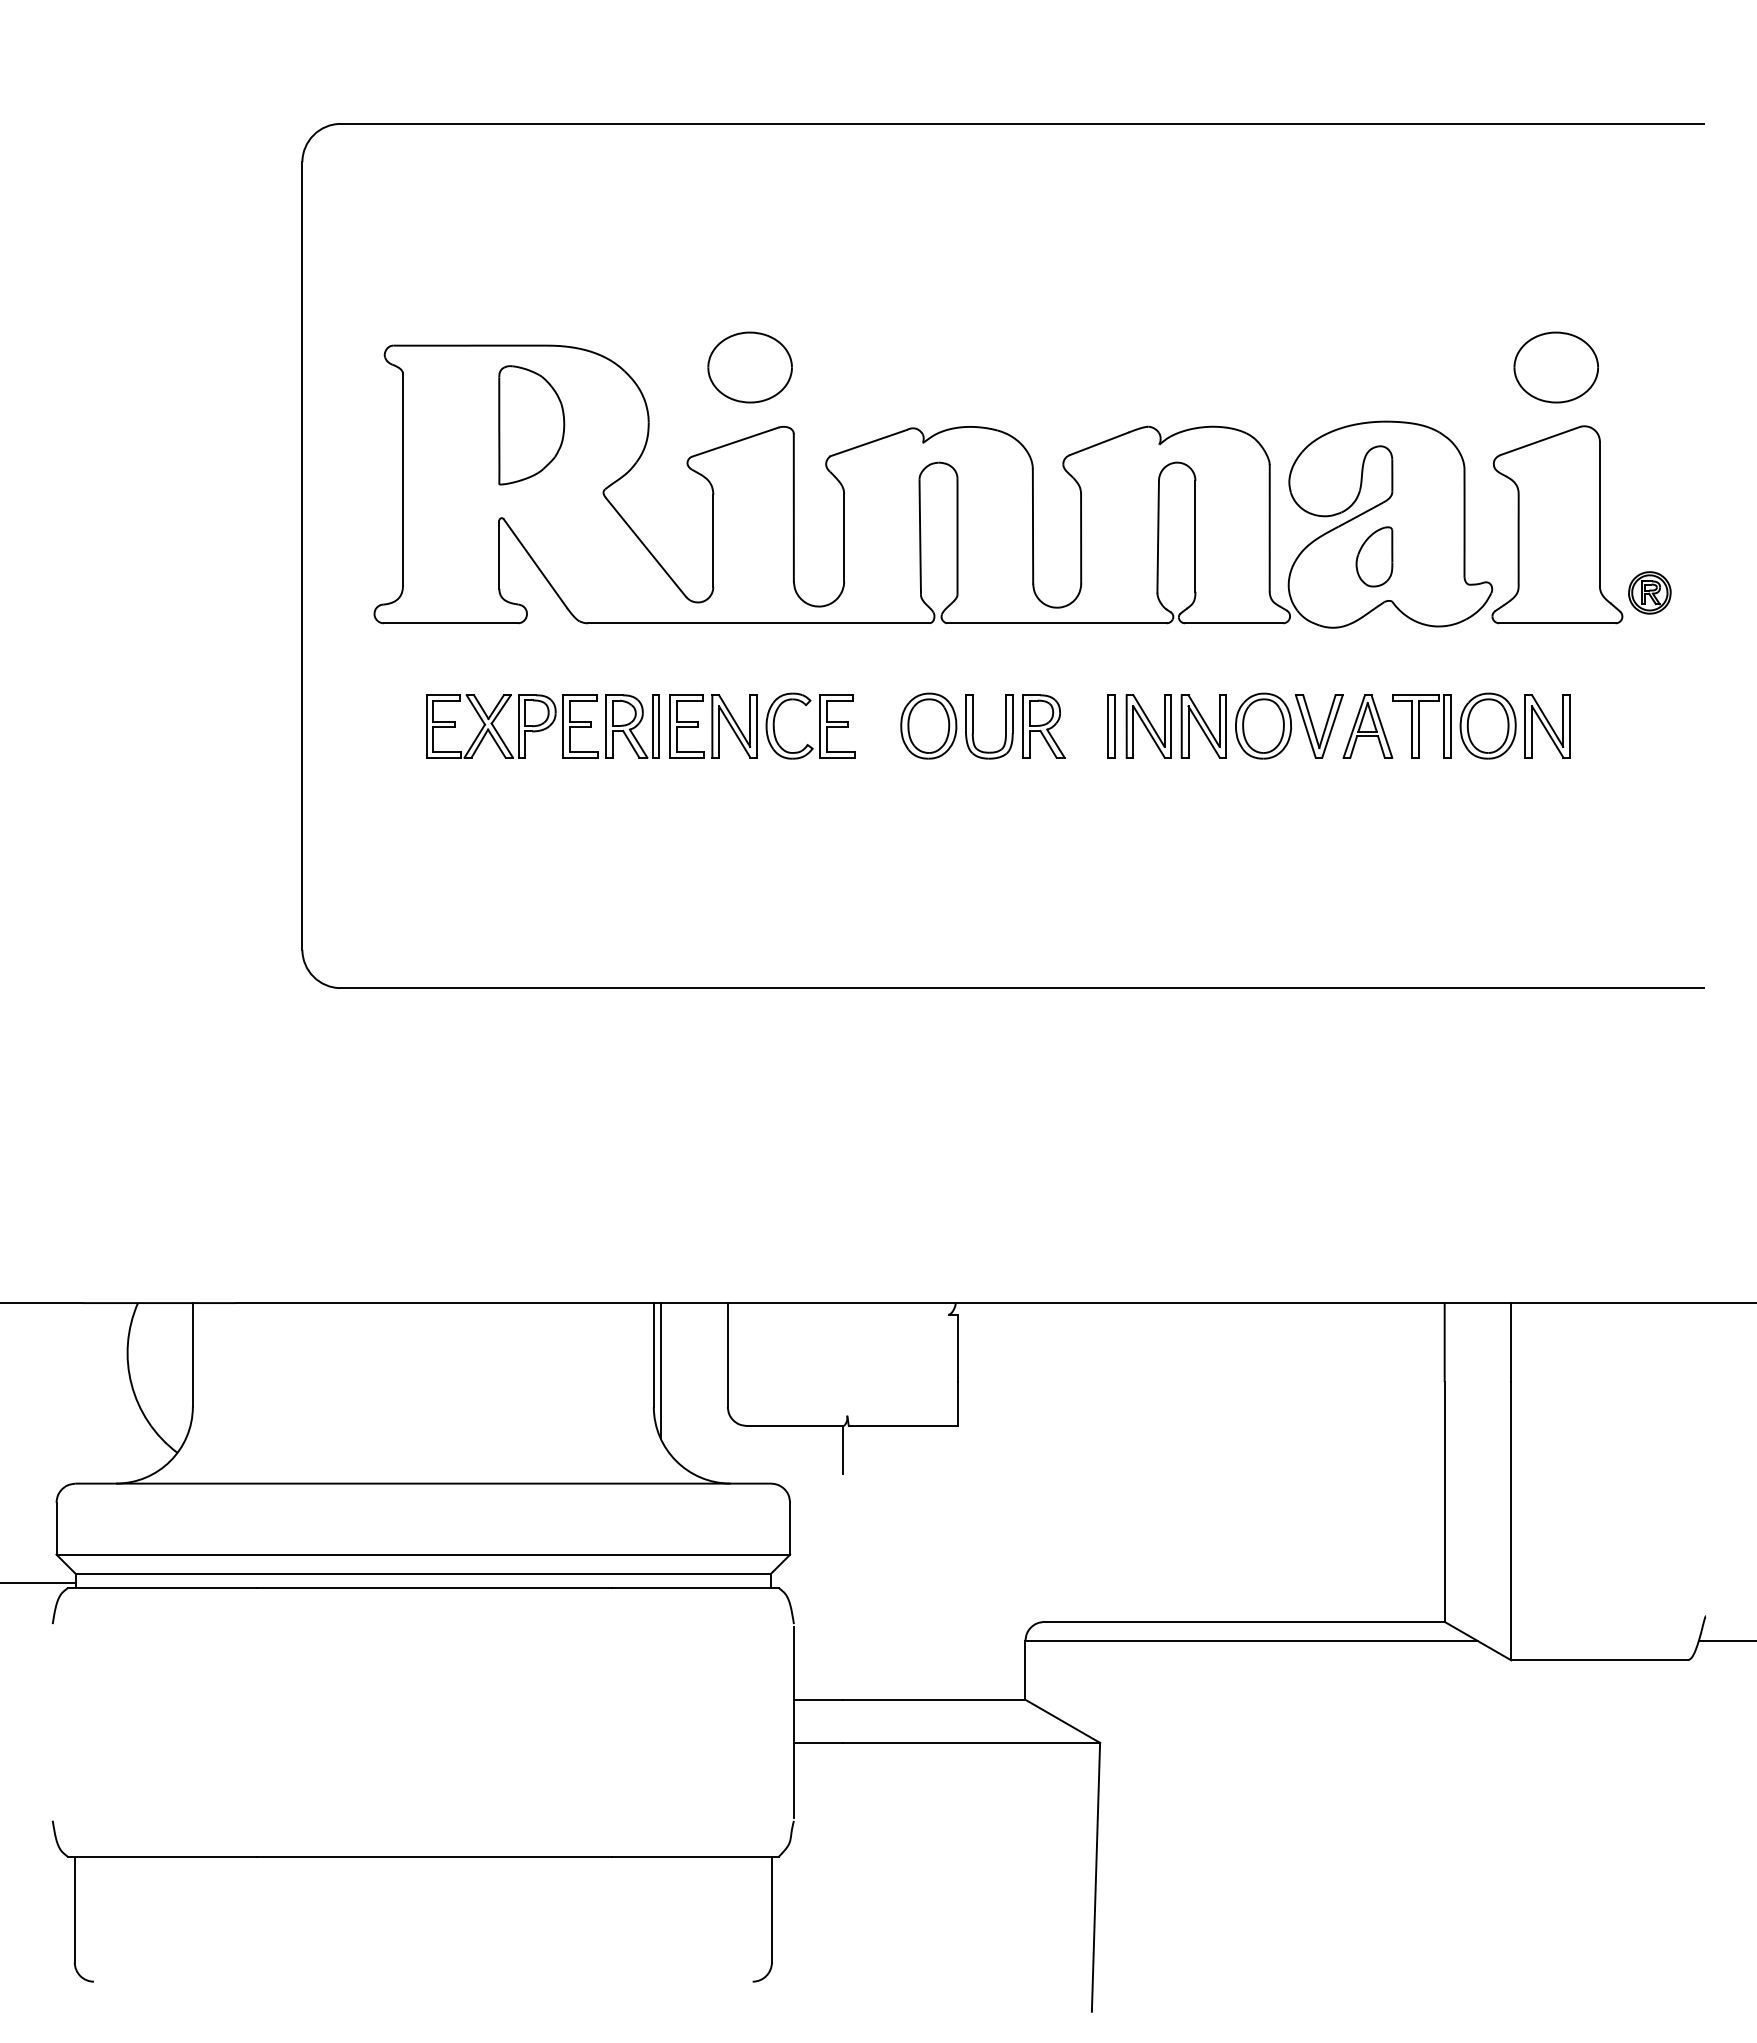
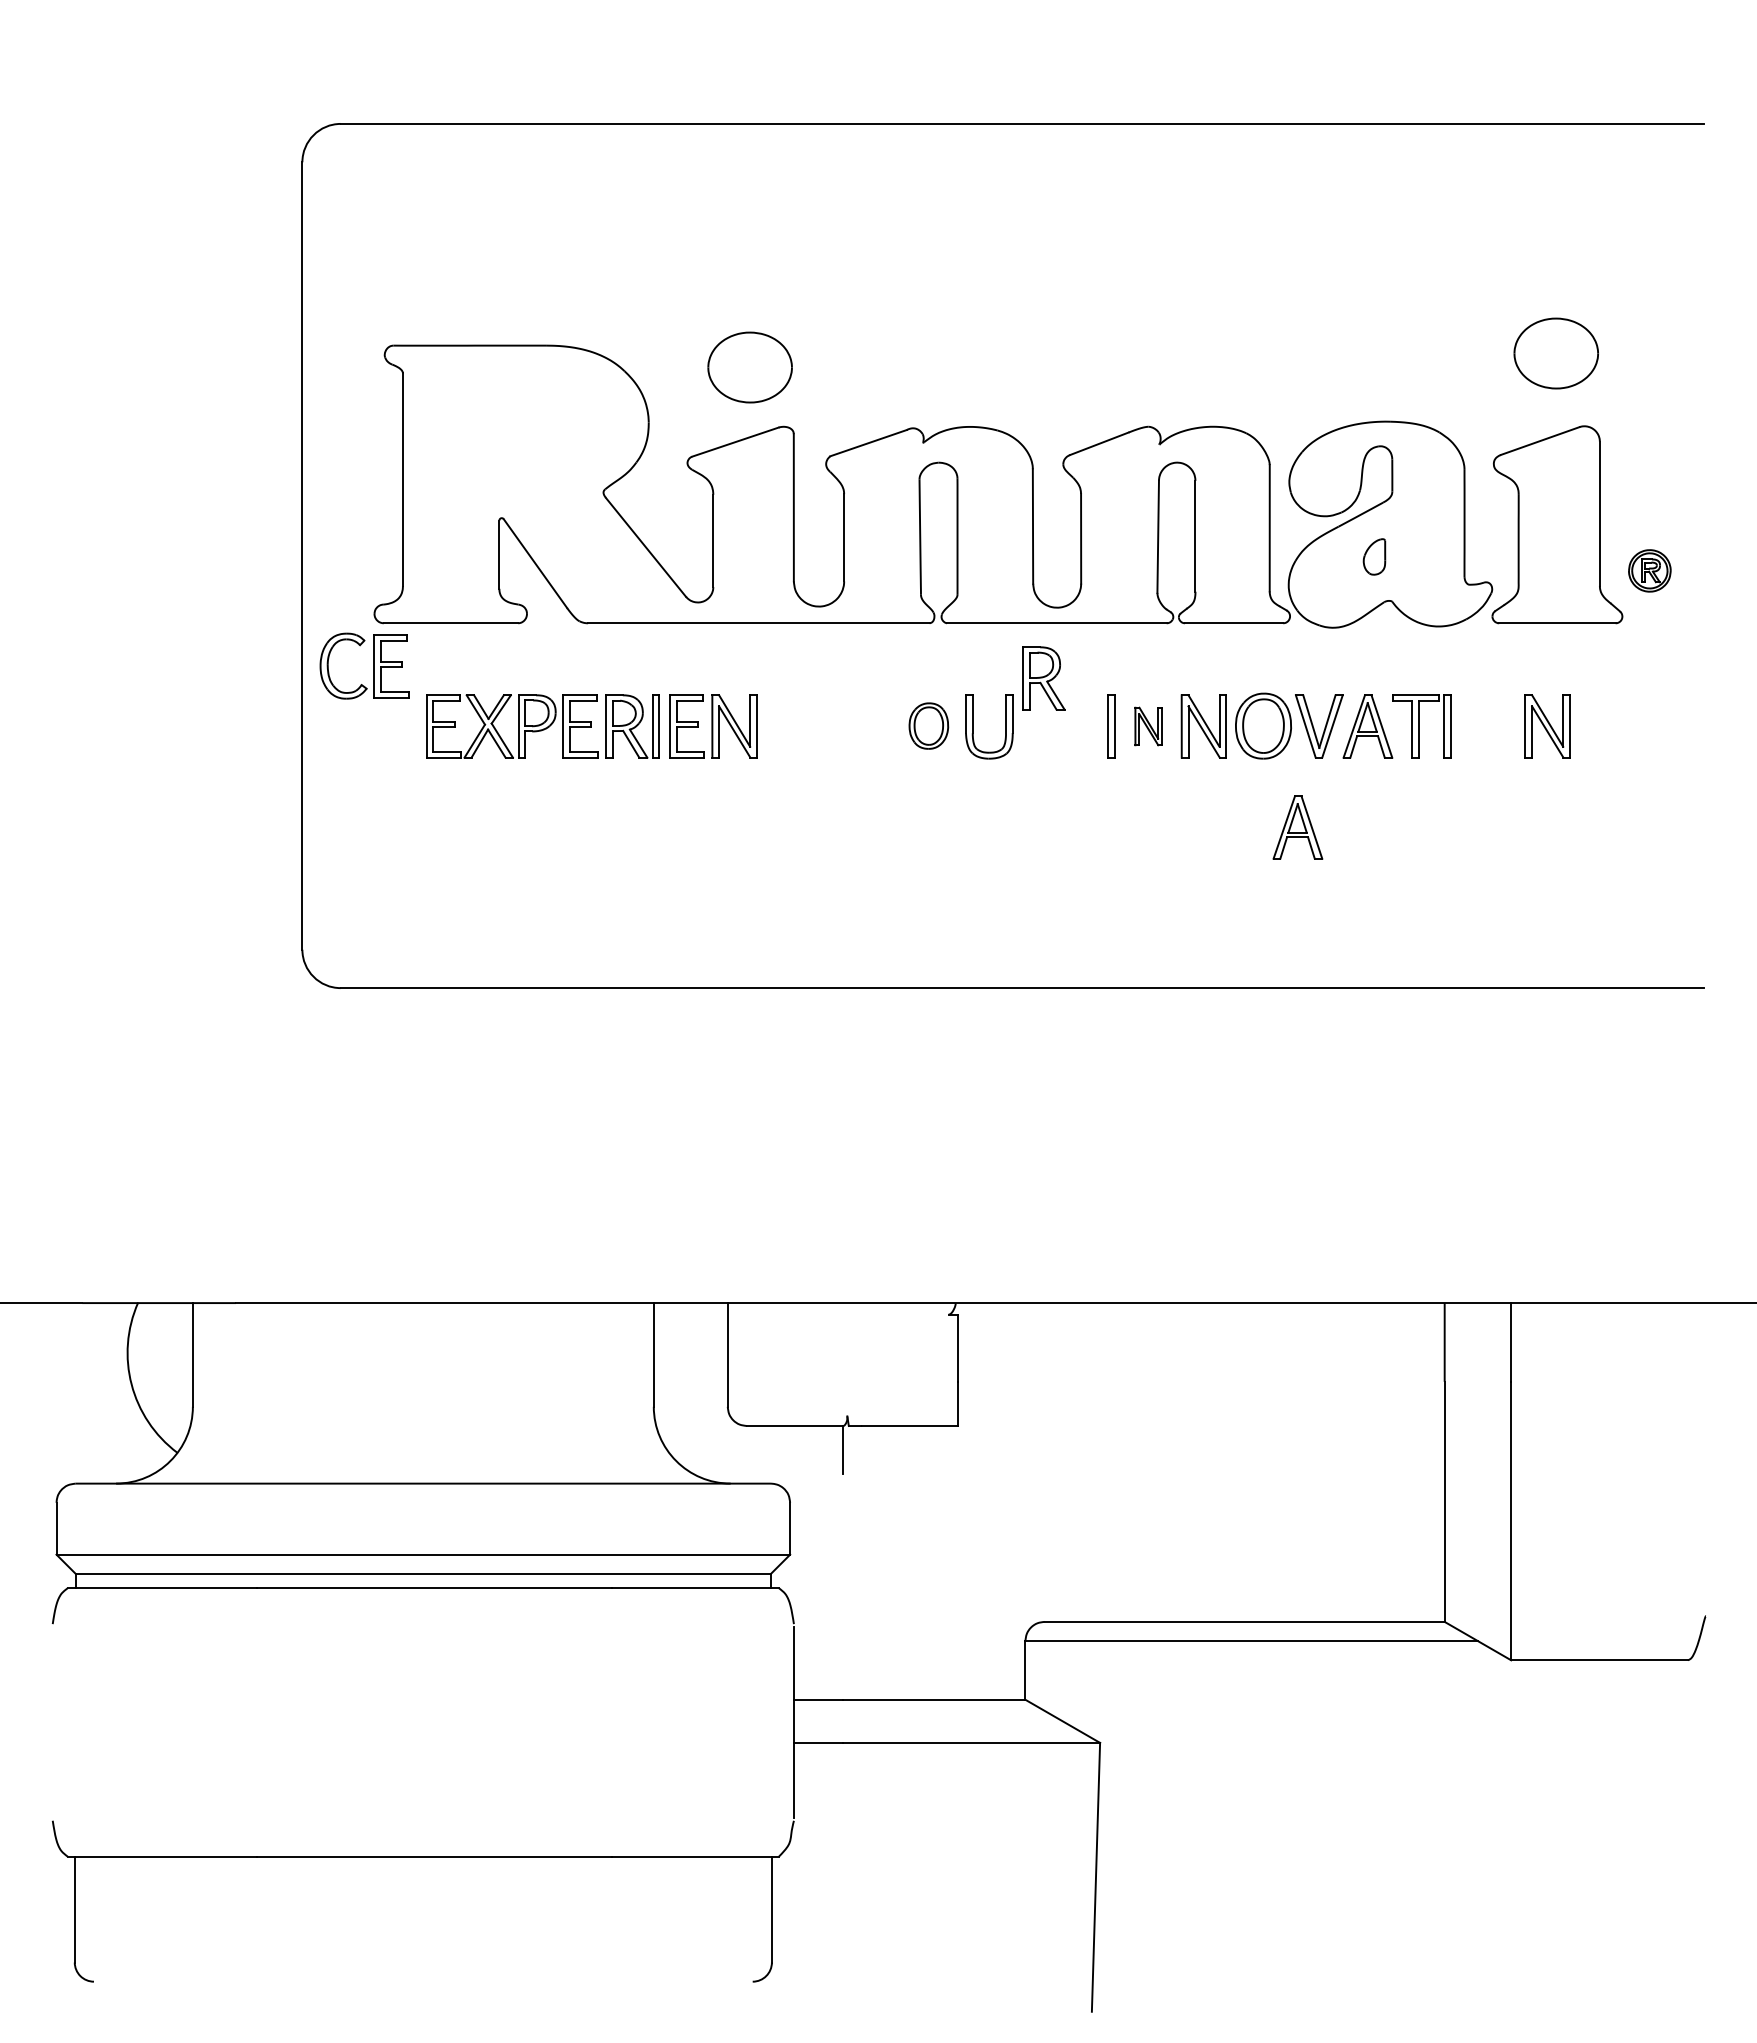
part at (1555, 367) position: (1555, 367) -> (1555, 353)
part at (531, 425): present -> none
part at (1374, 556) size: 39x62 px -> 25x38 px
part at (1649, 592) position: (1649, 592) -> (1649, 570)
part at (819, 725) position: (819, 725) -> (373, 665)
part at (928, 725) size: 58x68 px -> 42x48 px
part at (1487, 725): present -> none
part at (1043, 726) position: (1043, 726) -> (1043, 678)
part at (1148, 726) size: 47x65 px -> 29x41 px
part at (1297, 827): none -> present
line at (660, 1370): present -> none
line at (38, 1583): present -> none
line at (1725, 1641): present -> none
